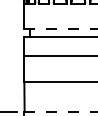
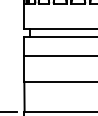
line at (61, 29): dashed -> solid
line at (61, 111): dashed -> solid
